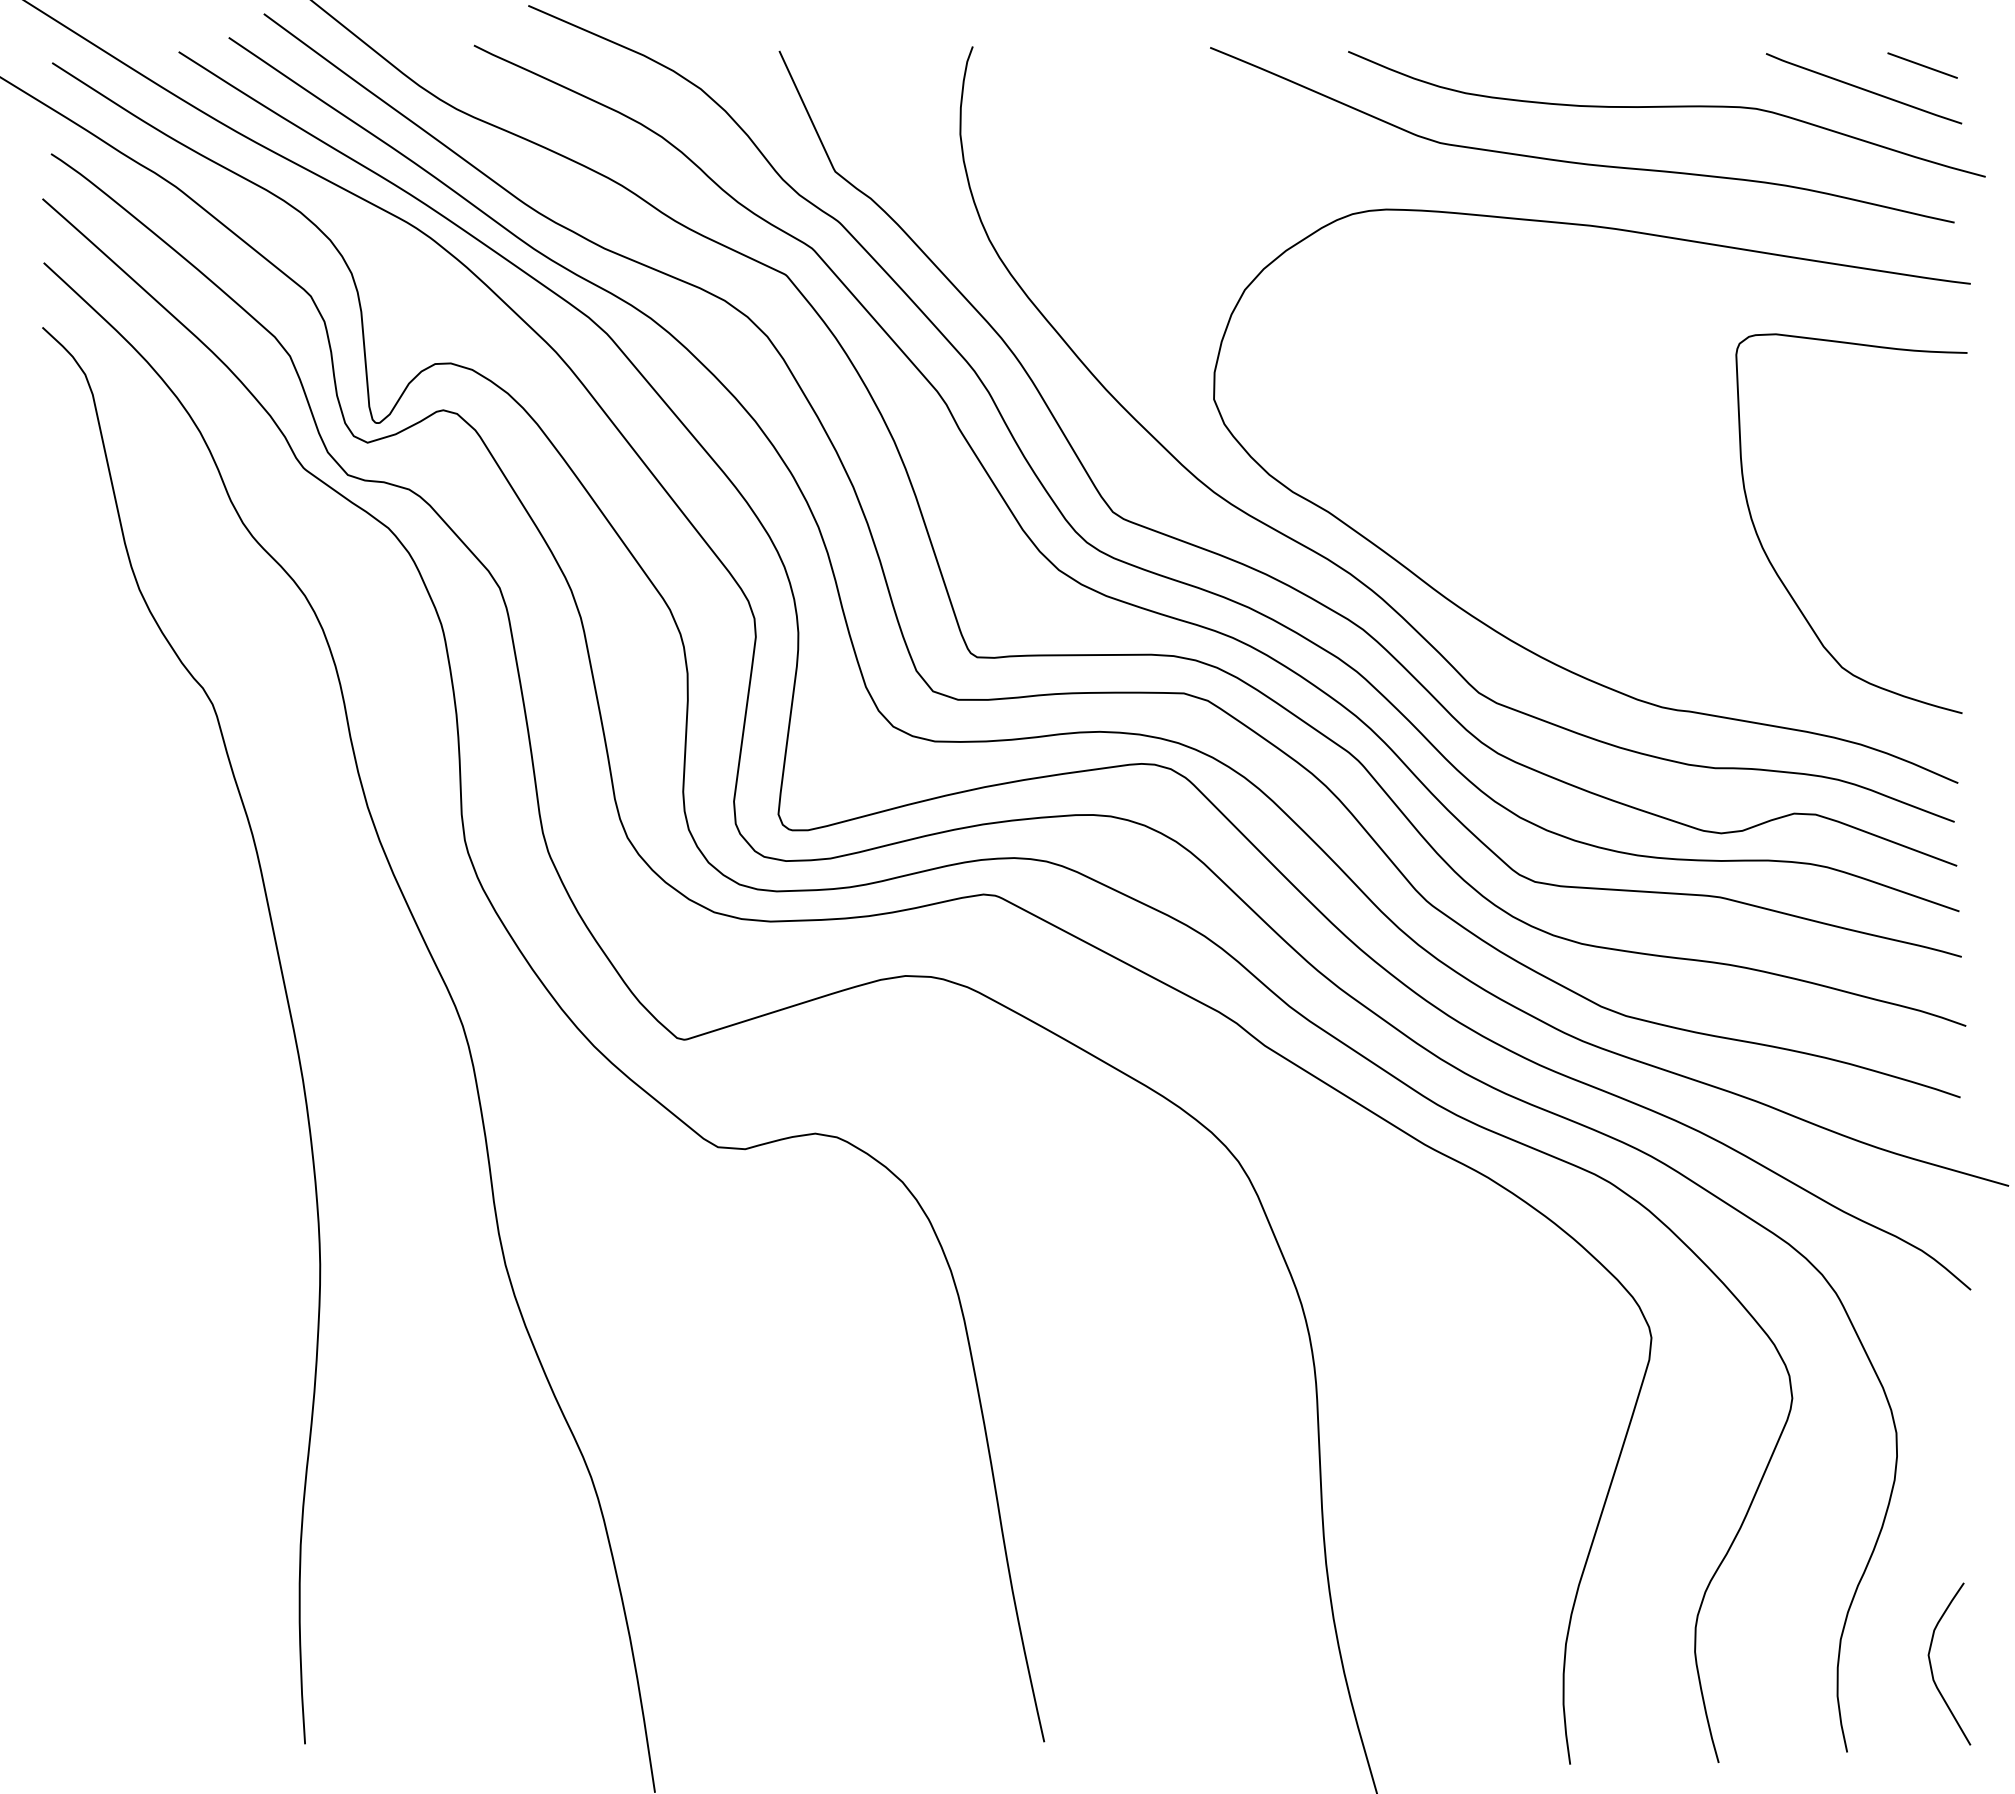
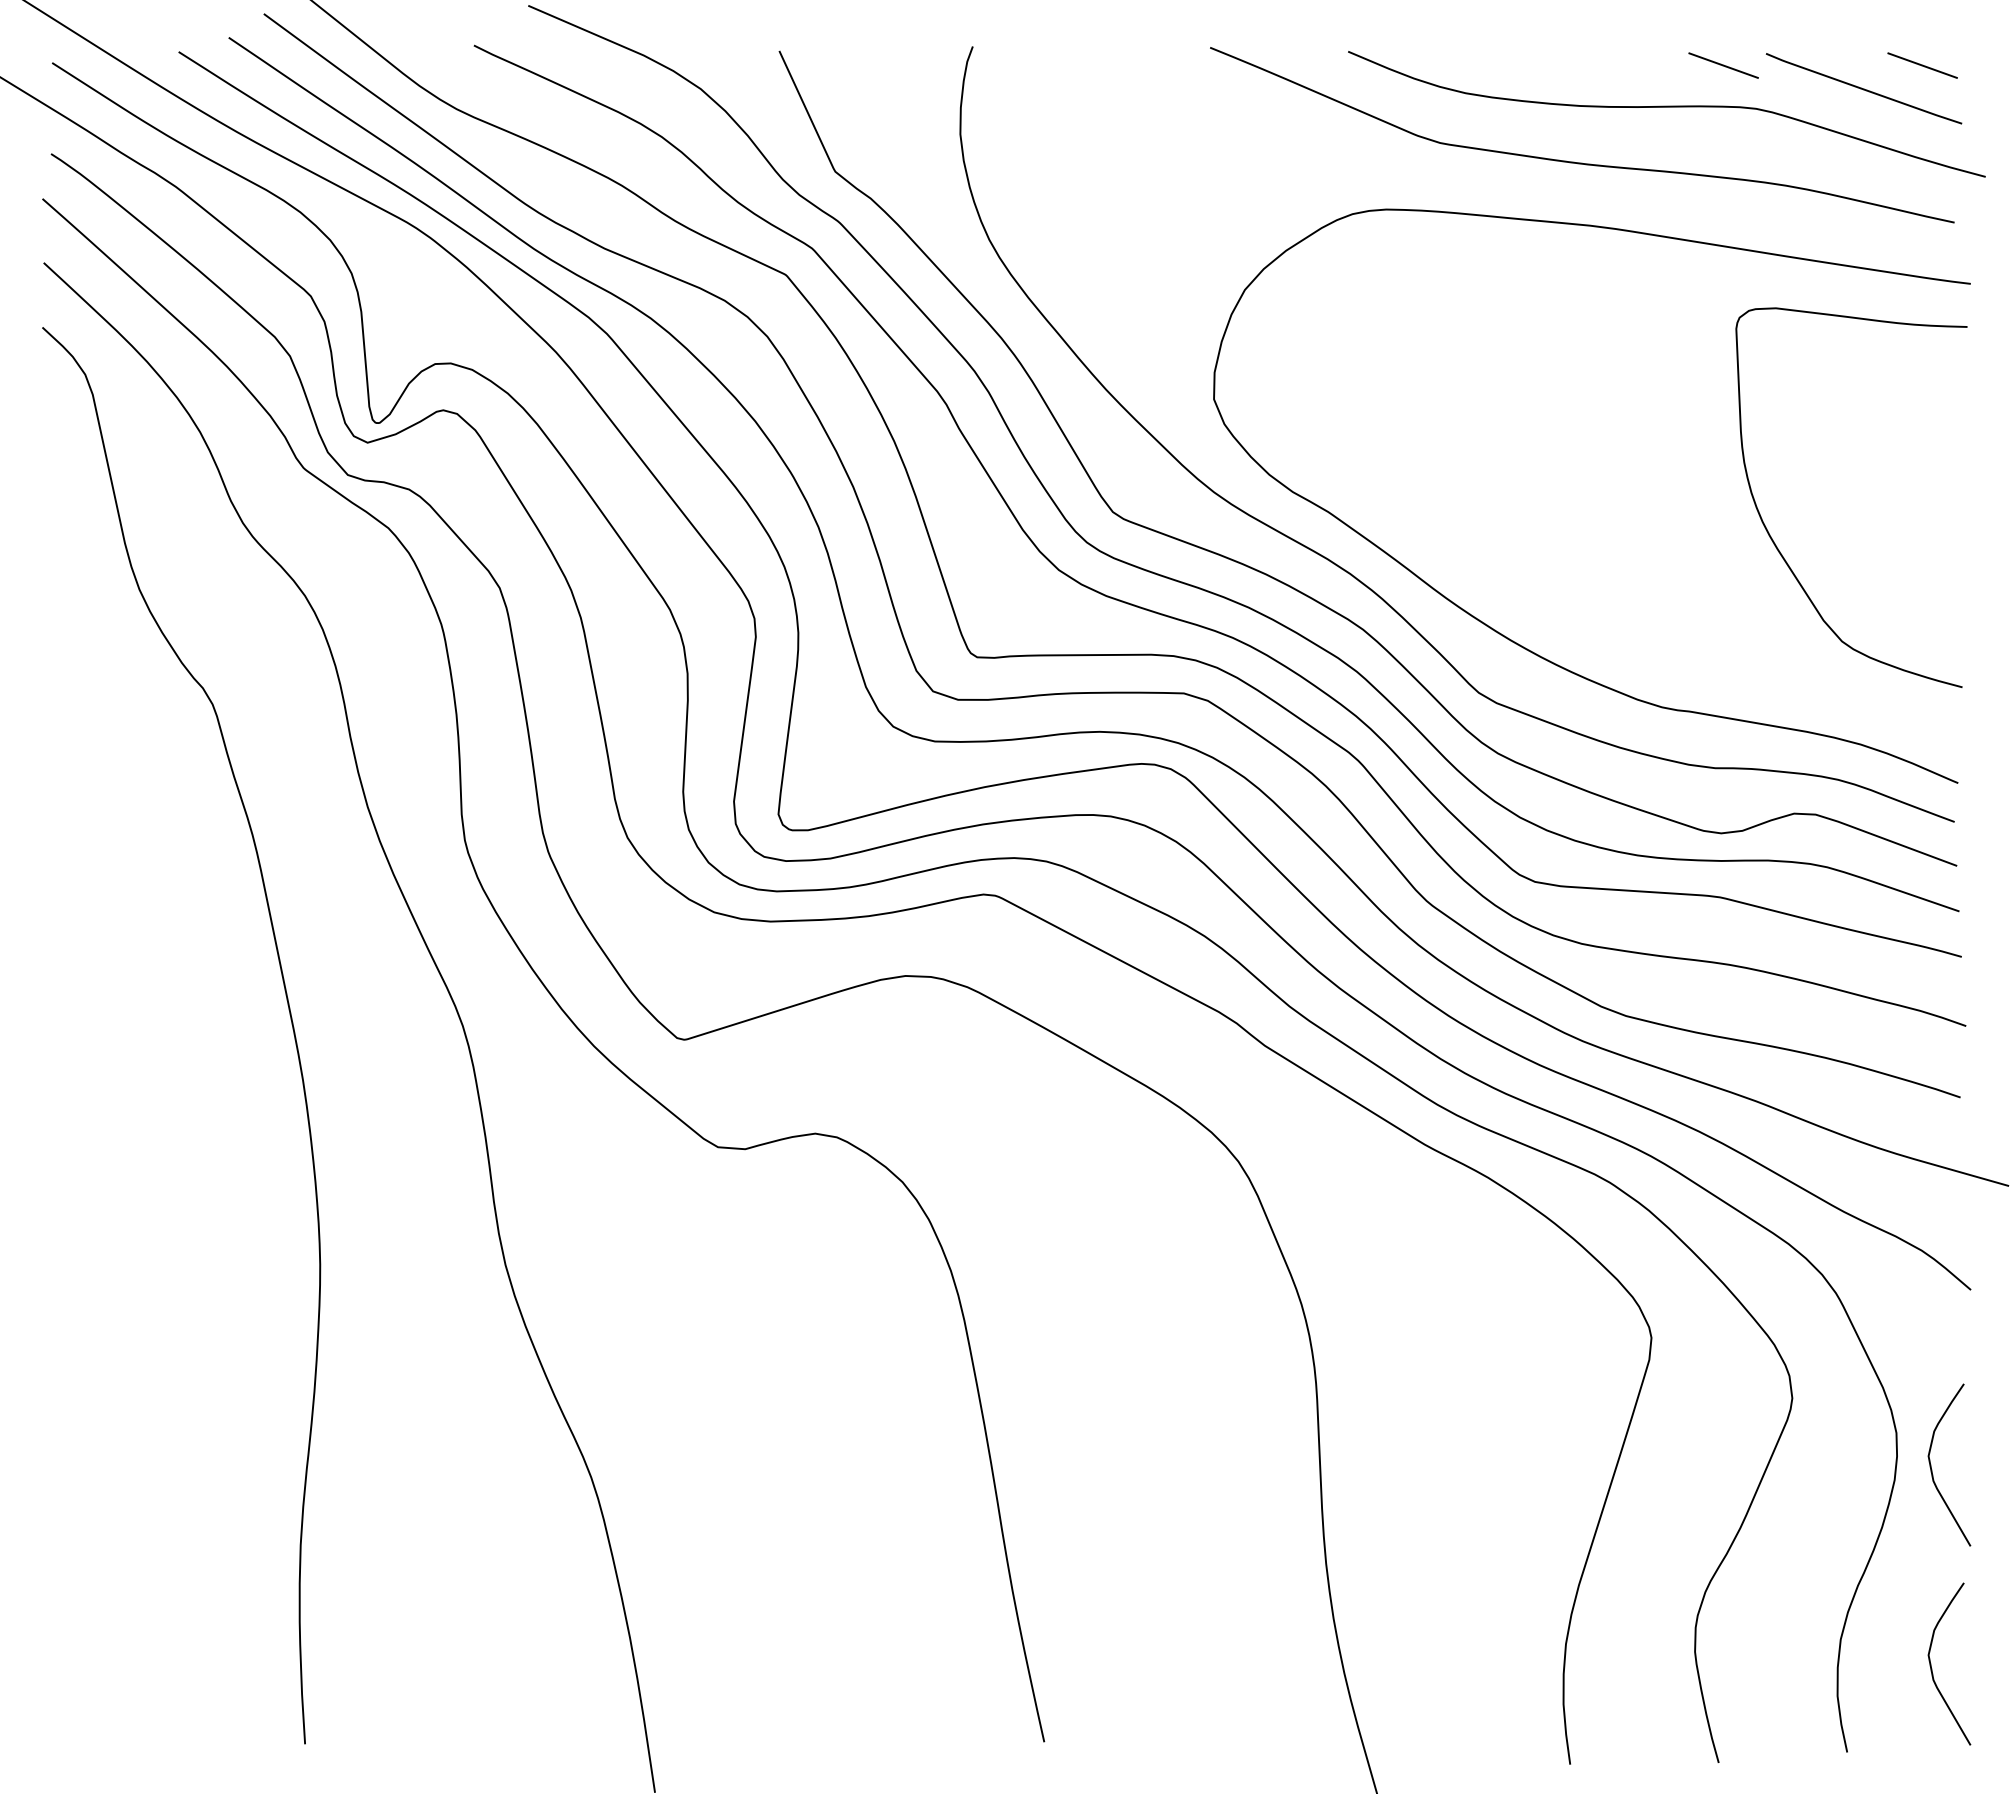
line at (1723, 65): none -> present
curve at (1774, 567) position: (1774, 567) -> (1774, 541)
curve at (1932, 1469): none -> present
